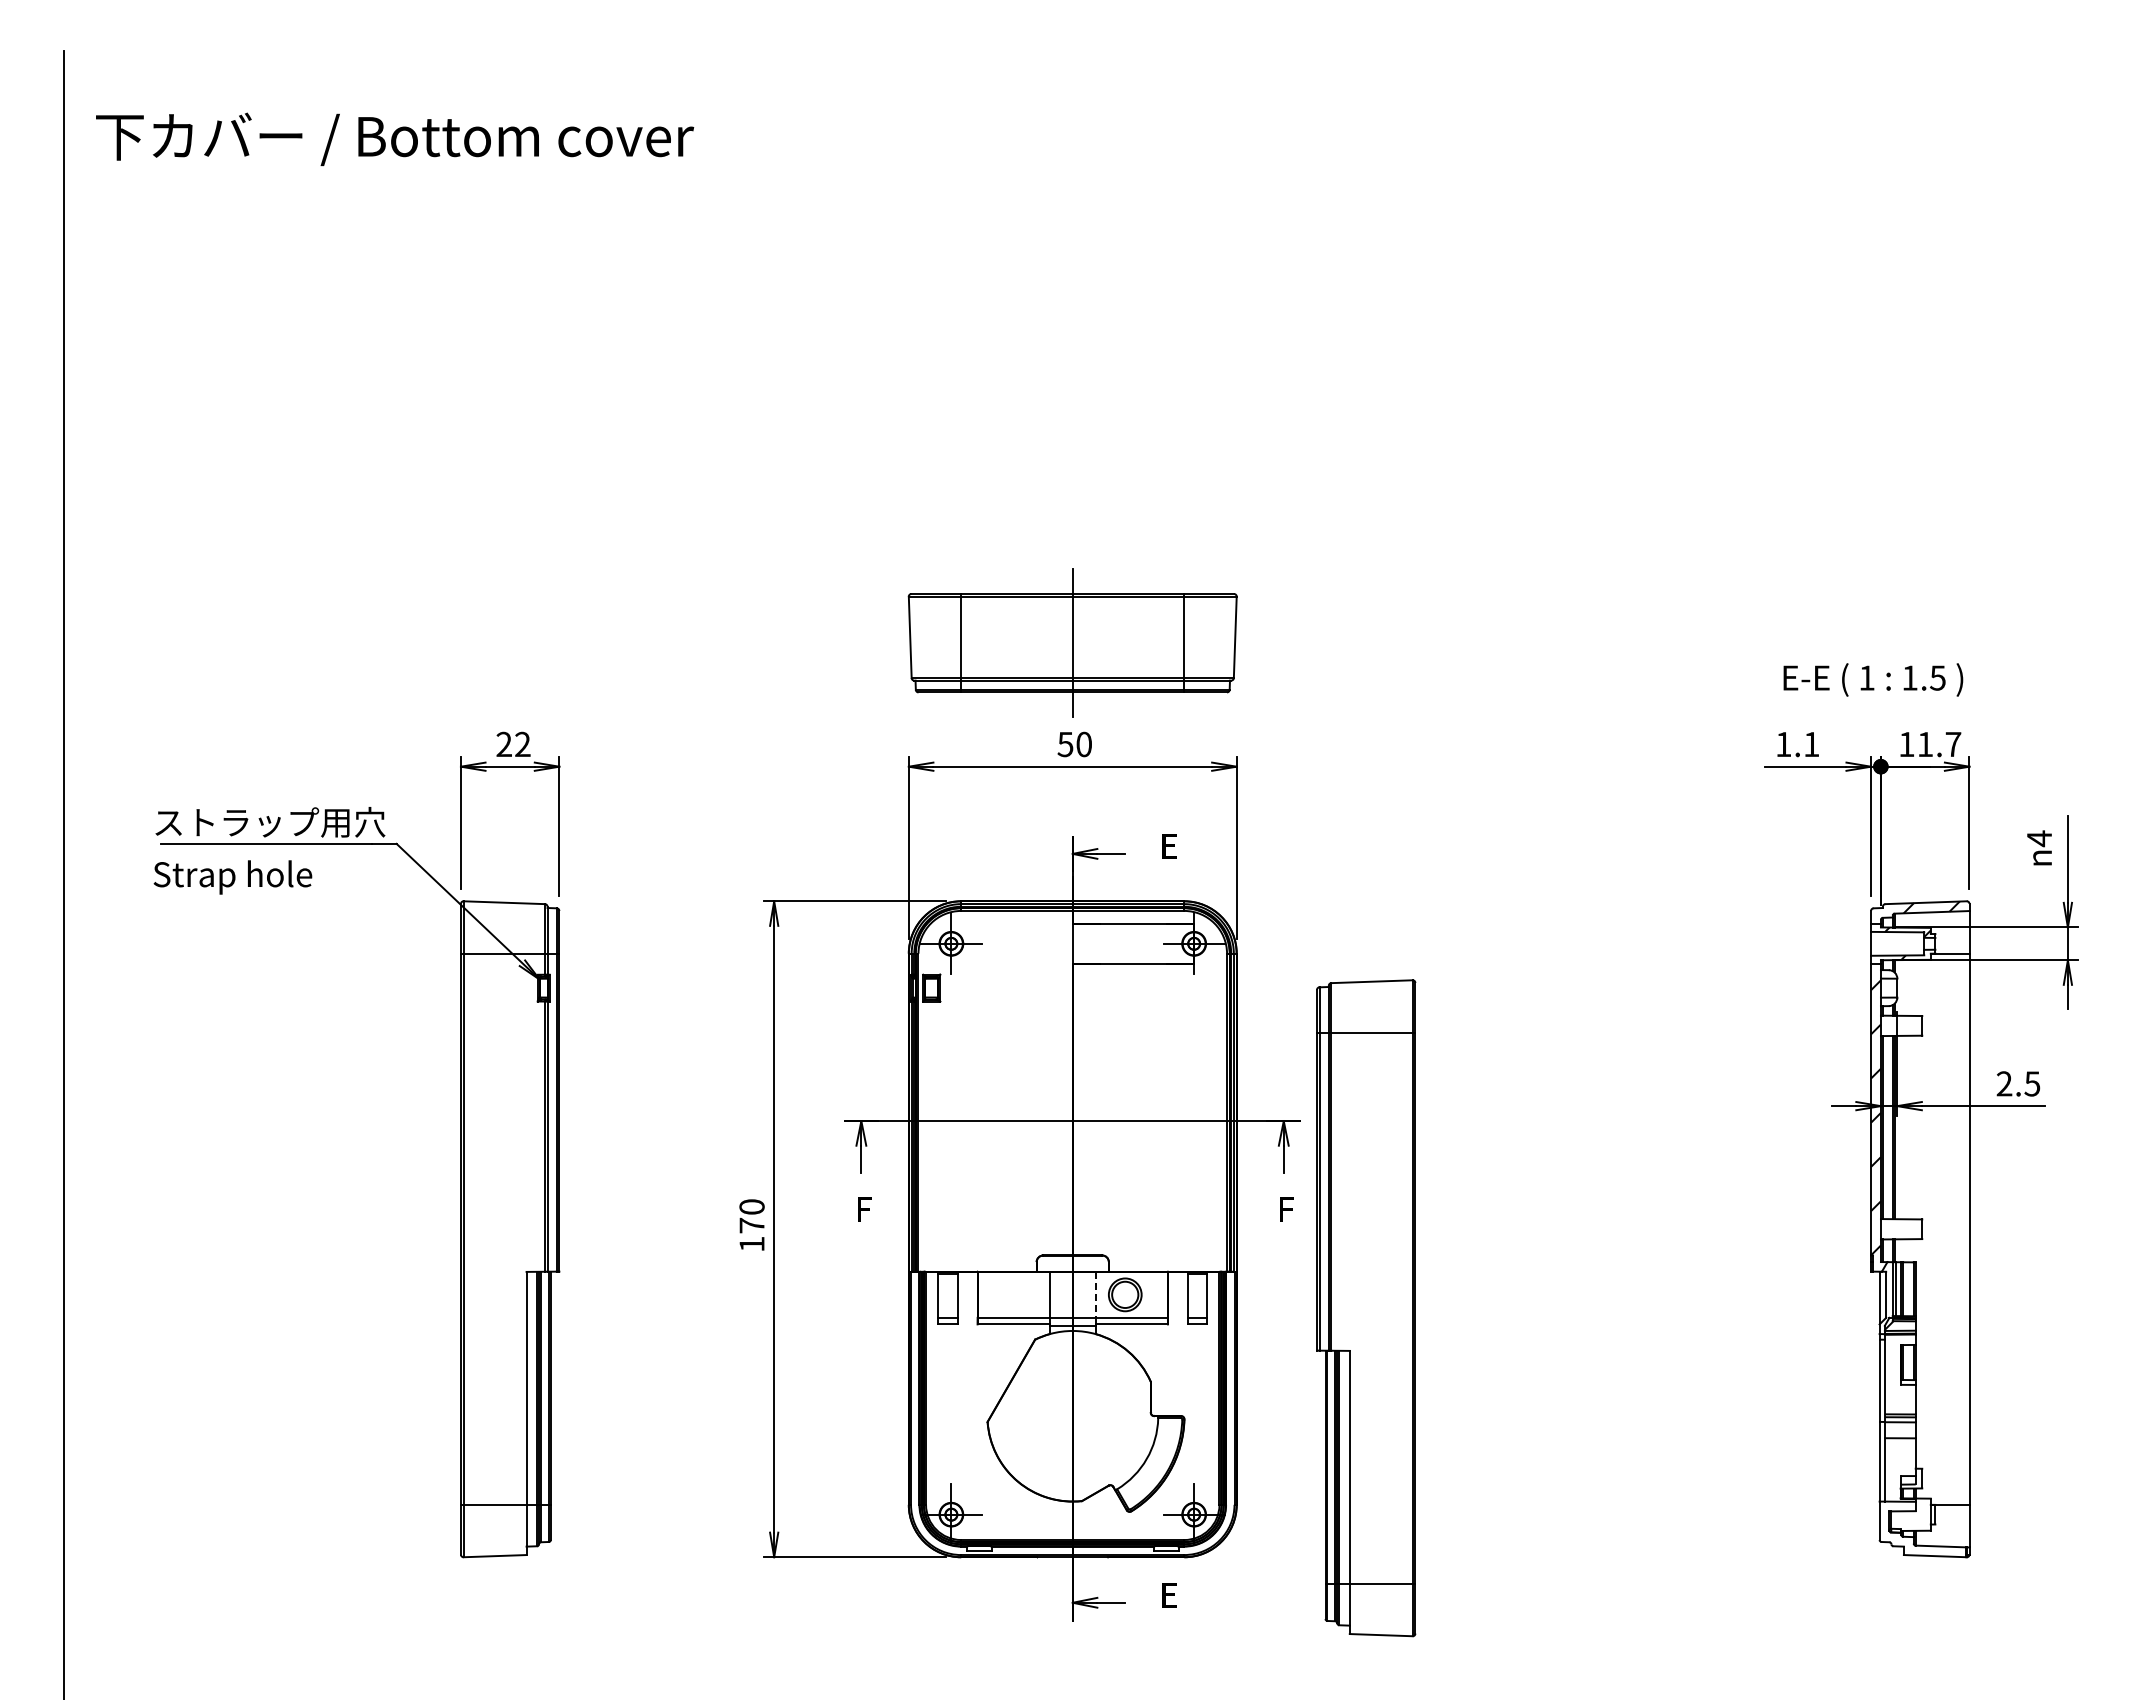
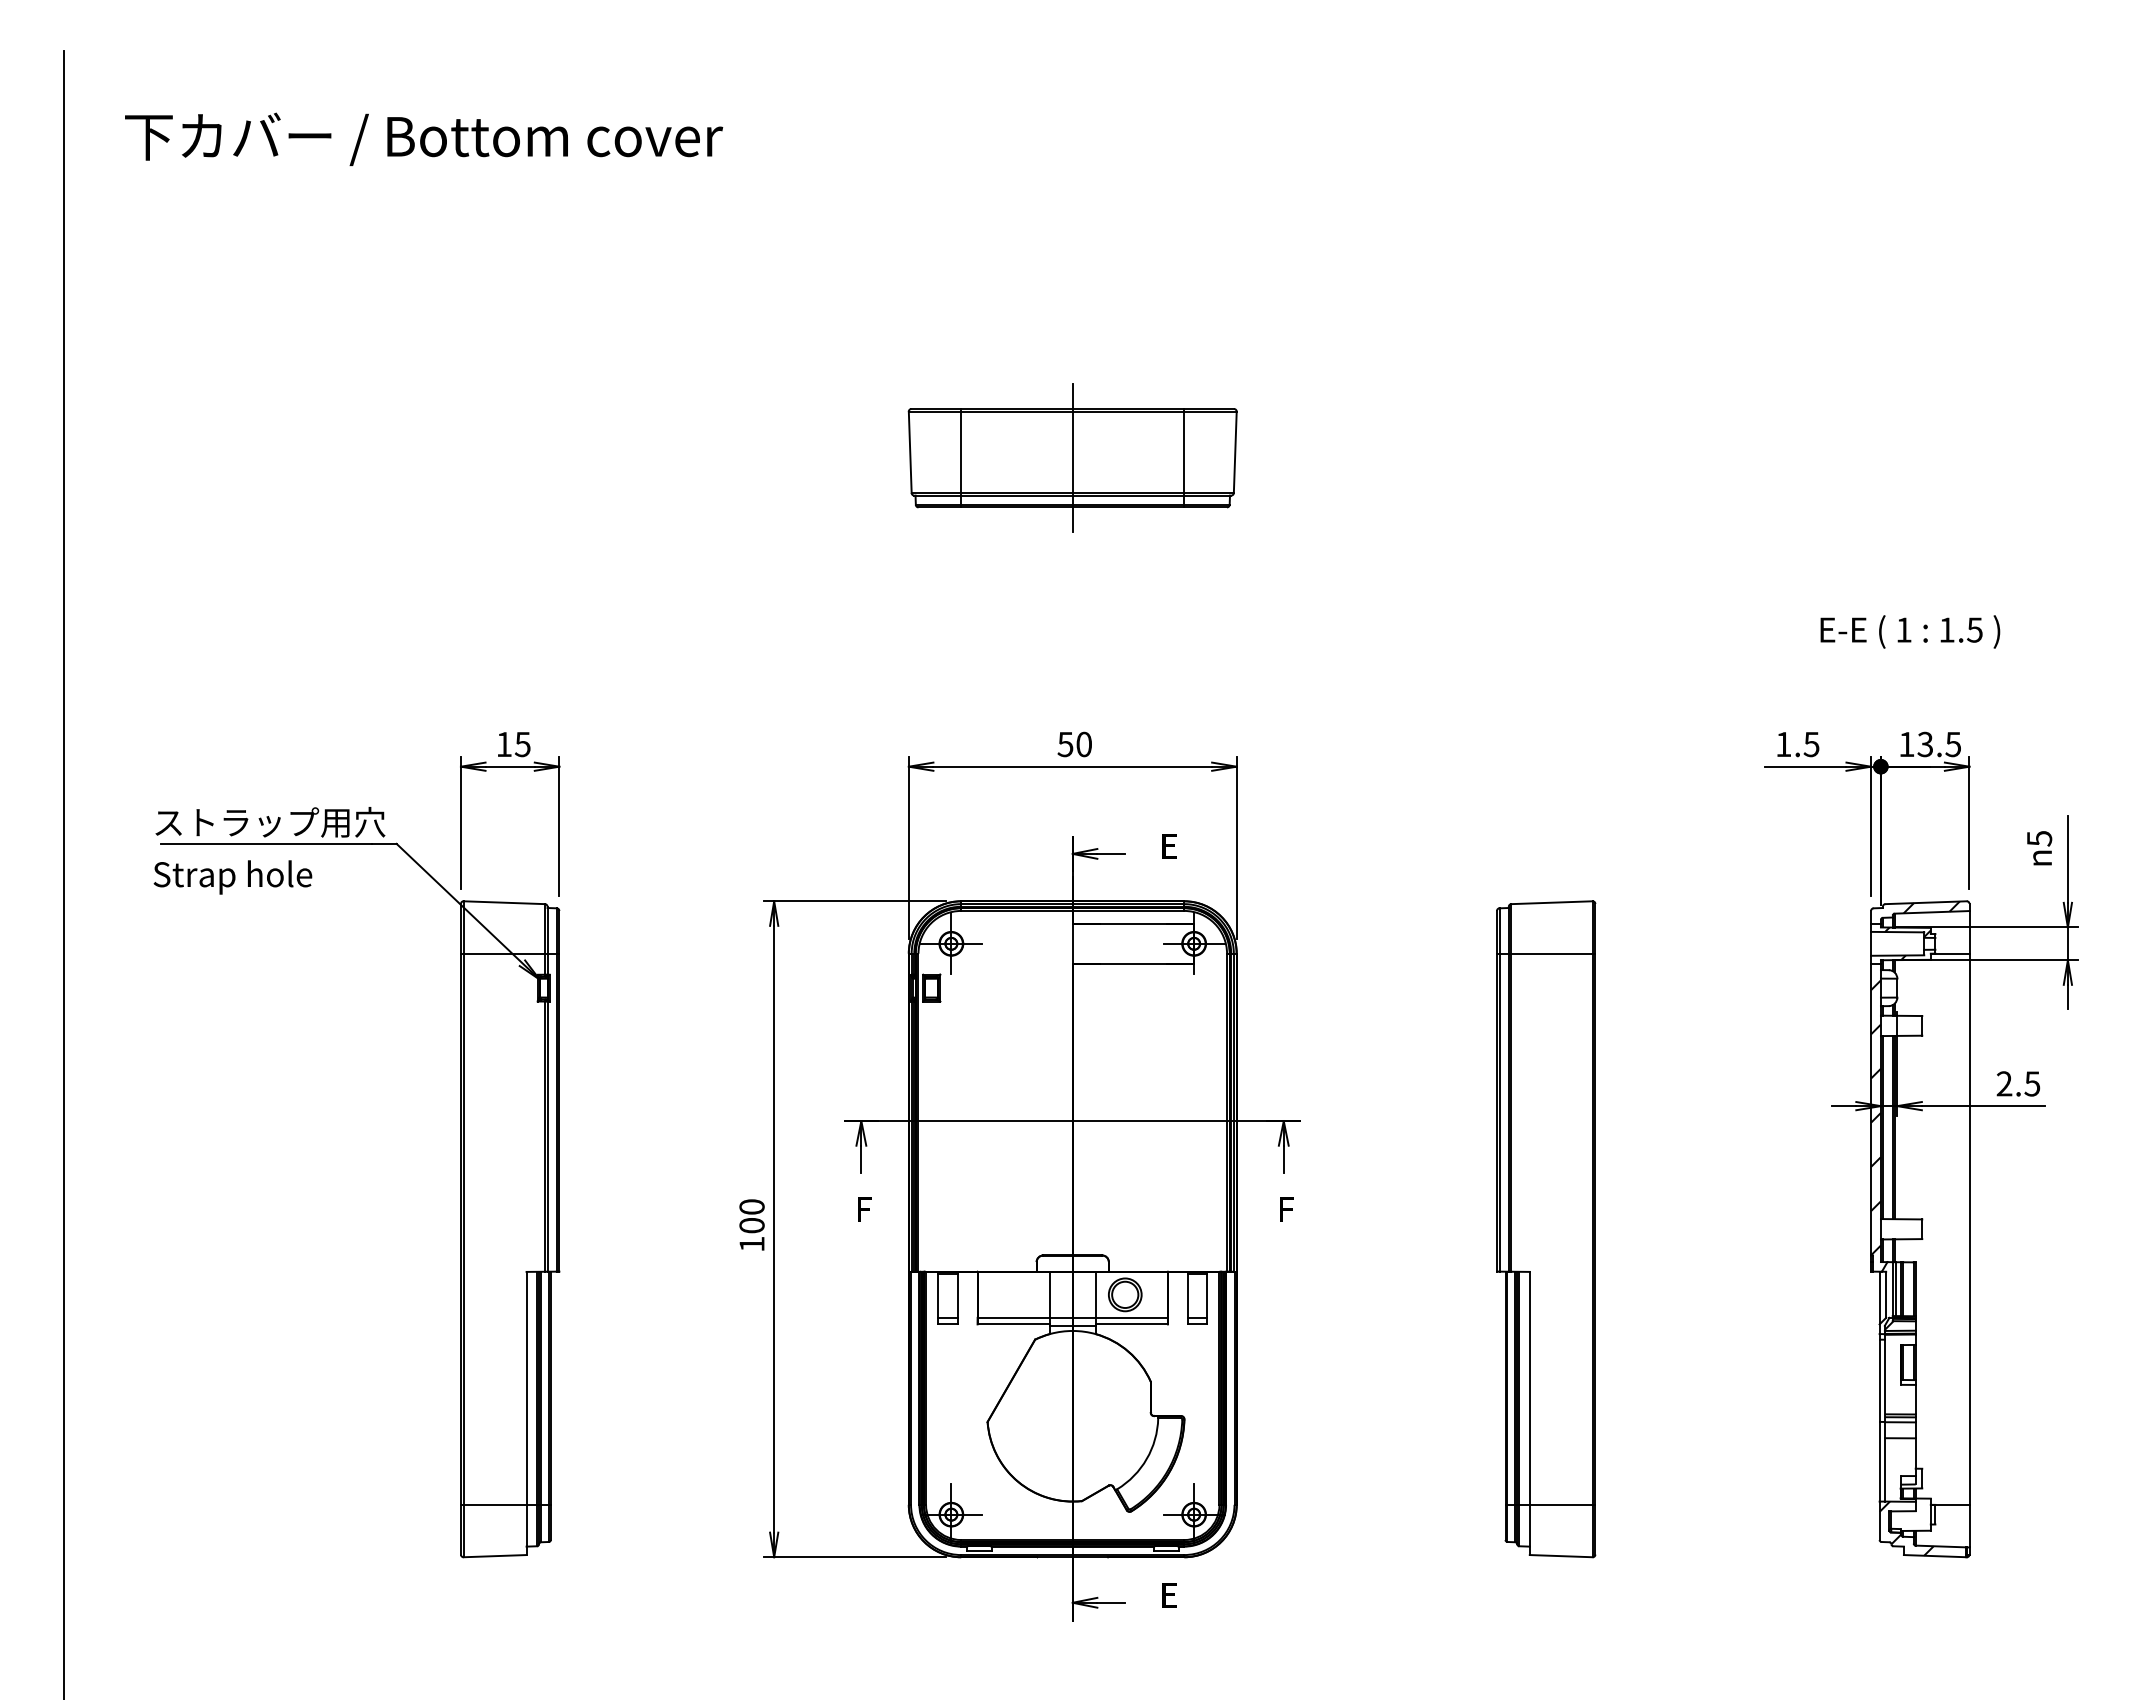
text at (395, 138) position: (395, 138) -> (424, 138)
part at (1072, 642) position: (1072, 642) -> (1072, 457)
text at (1873, 679) position: (1873, 679) -> (1910, 631)
text at (513, 744): 22 -> 15
text at (1811, 744): 1.1 -> 1.5
text at (1939, 744): 11.7 -> 13.5
text at (2039, 838): n4 -> n5
text at (751, 1225): 170 -> 100
line at (1095, 1295): dashed -> solid
part at (1366, 1308) position: (1366, 1308) -> (1546, 1229)
hatch at (1906, 1528): none -> present
